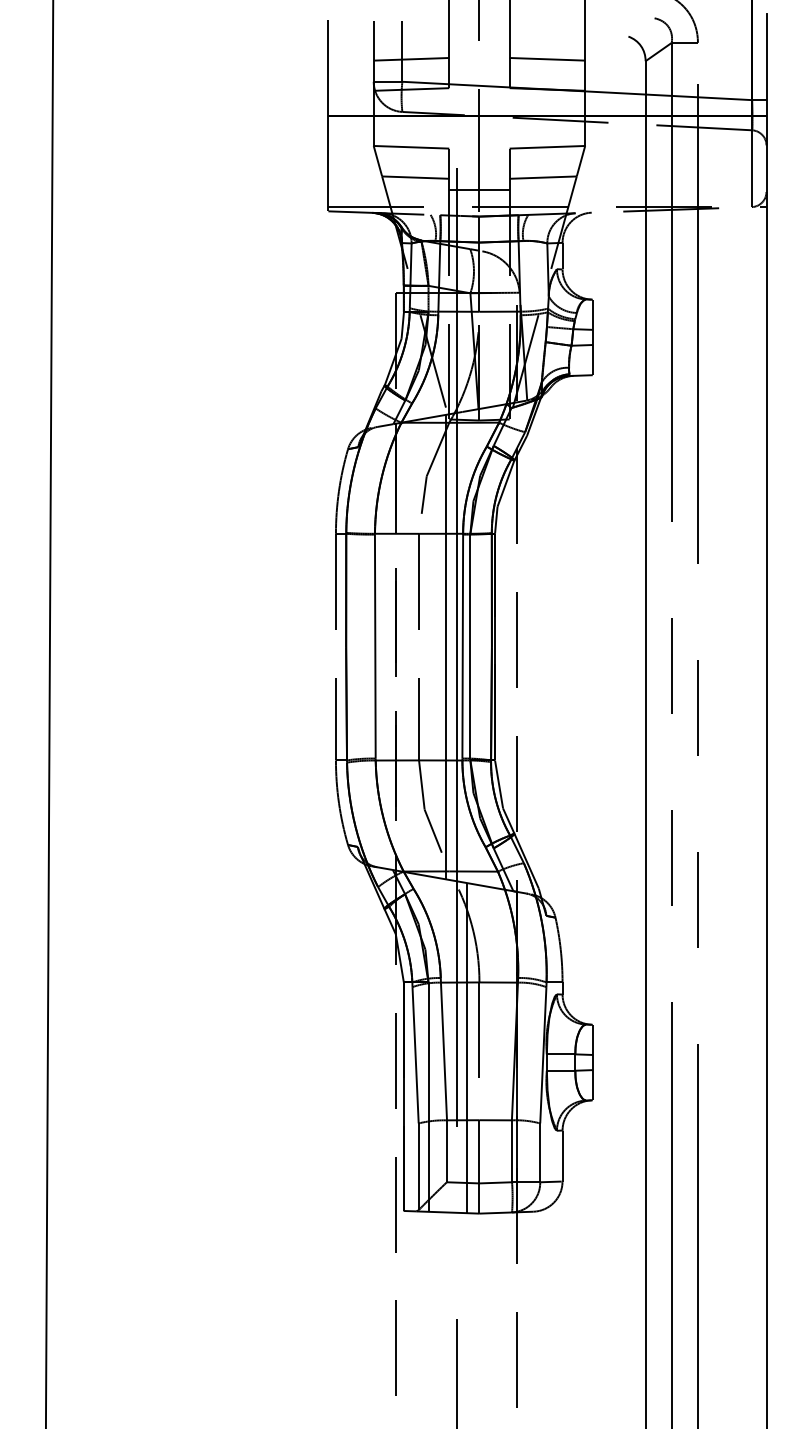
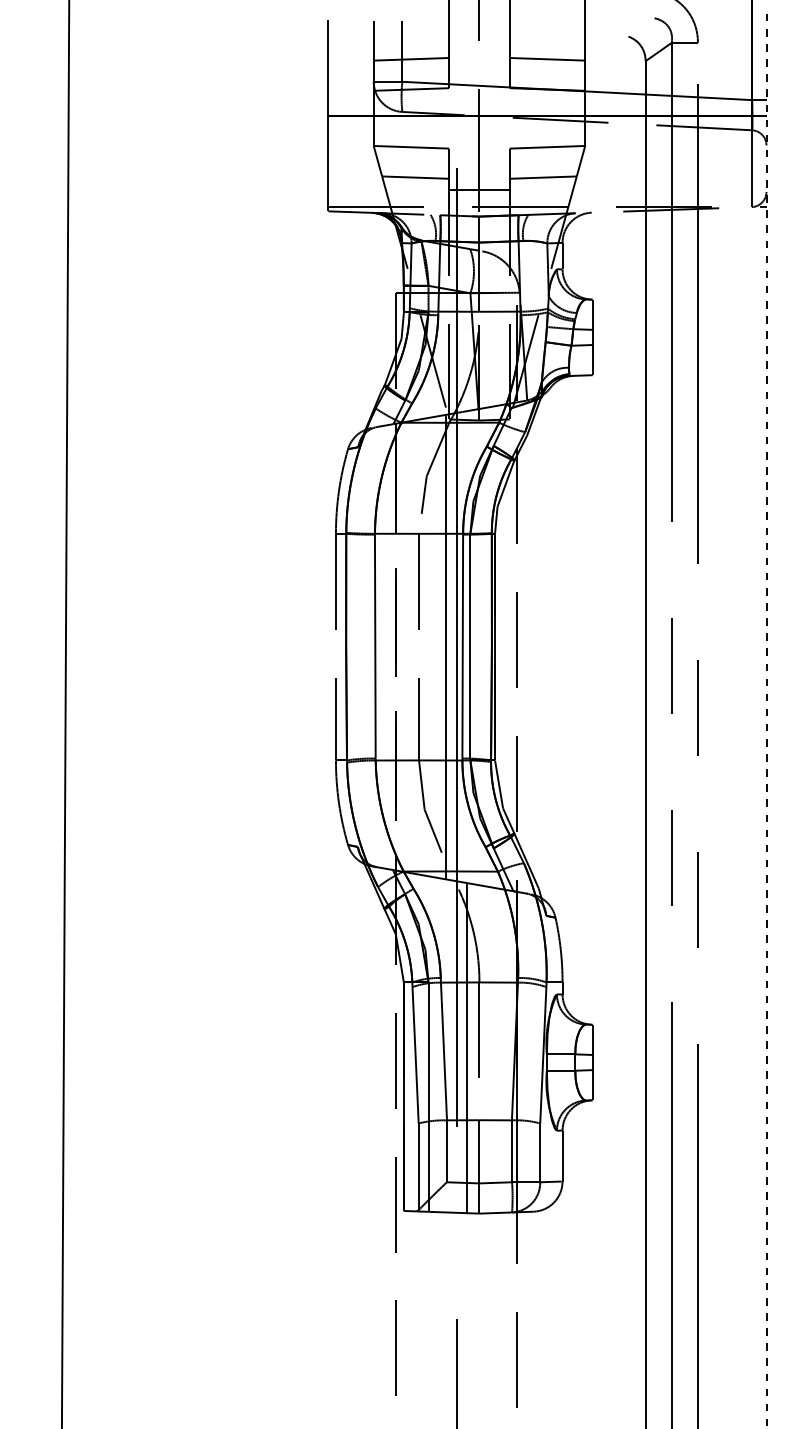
line at (49, 713) position: (49, 713) -> (65, 713)
line at (766, 721): solid -> dashed
